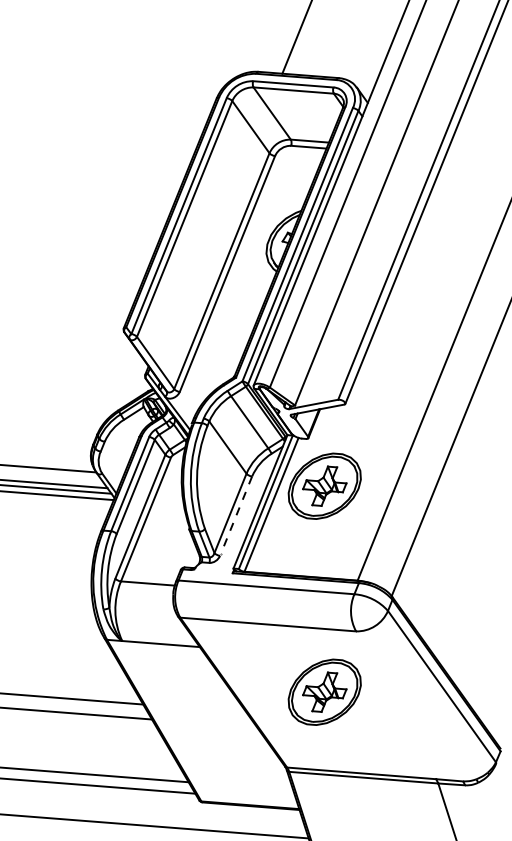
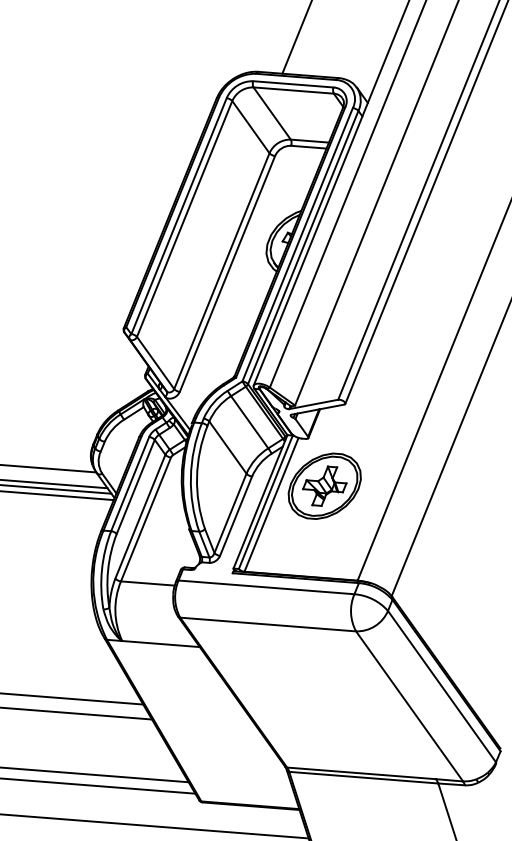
line at (236, 516): dashed -> solid
part at (324, 691): present -> none
line at (409, 706): none -> present
